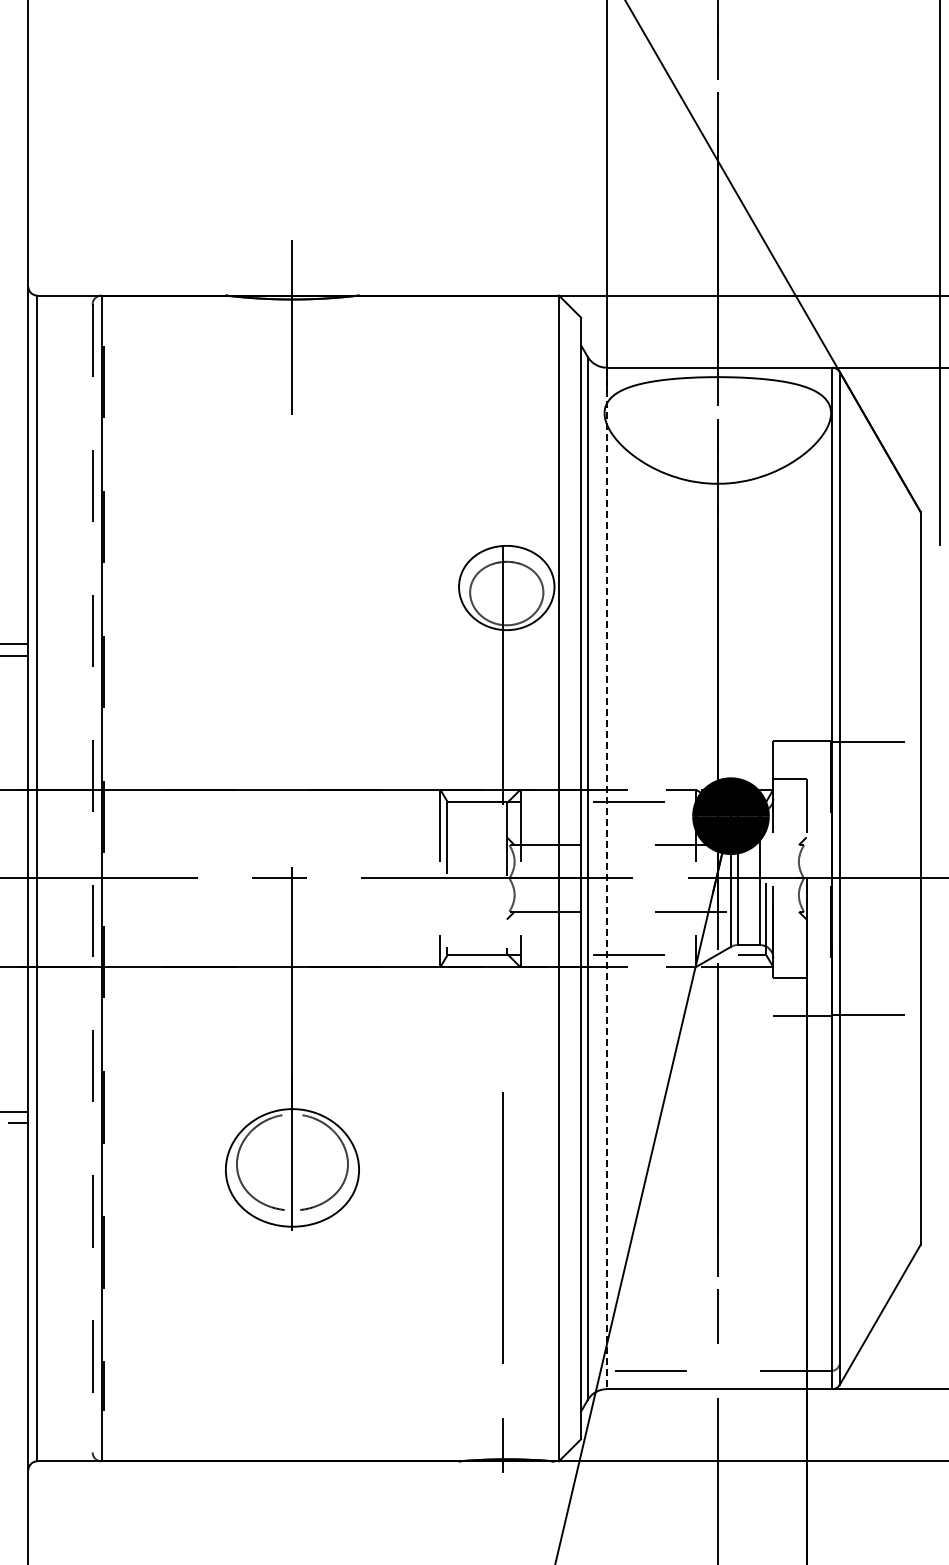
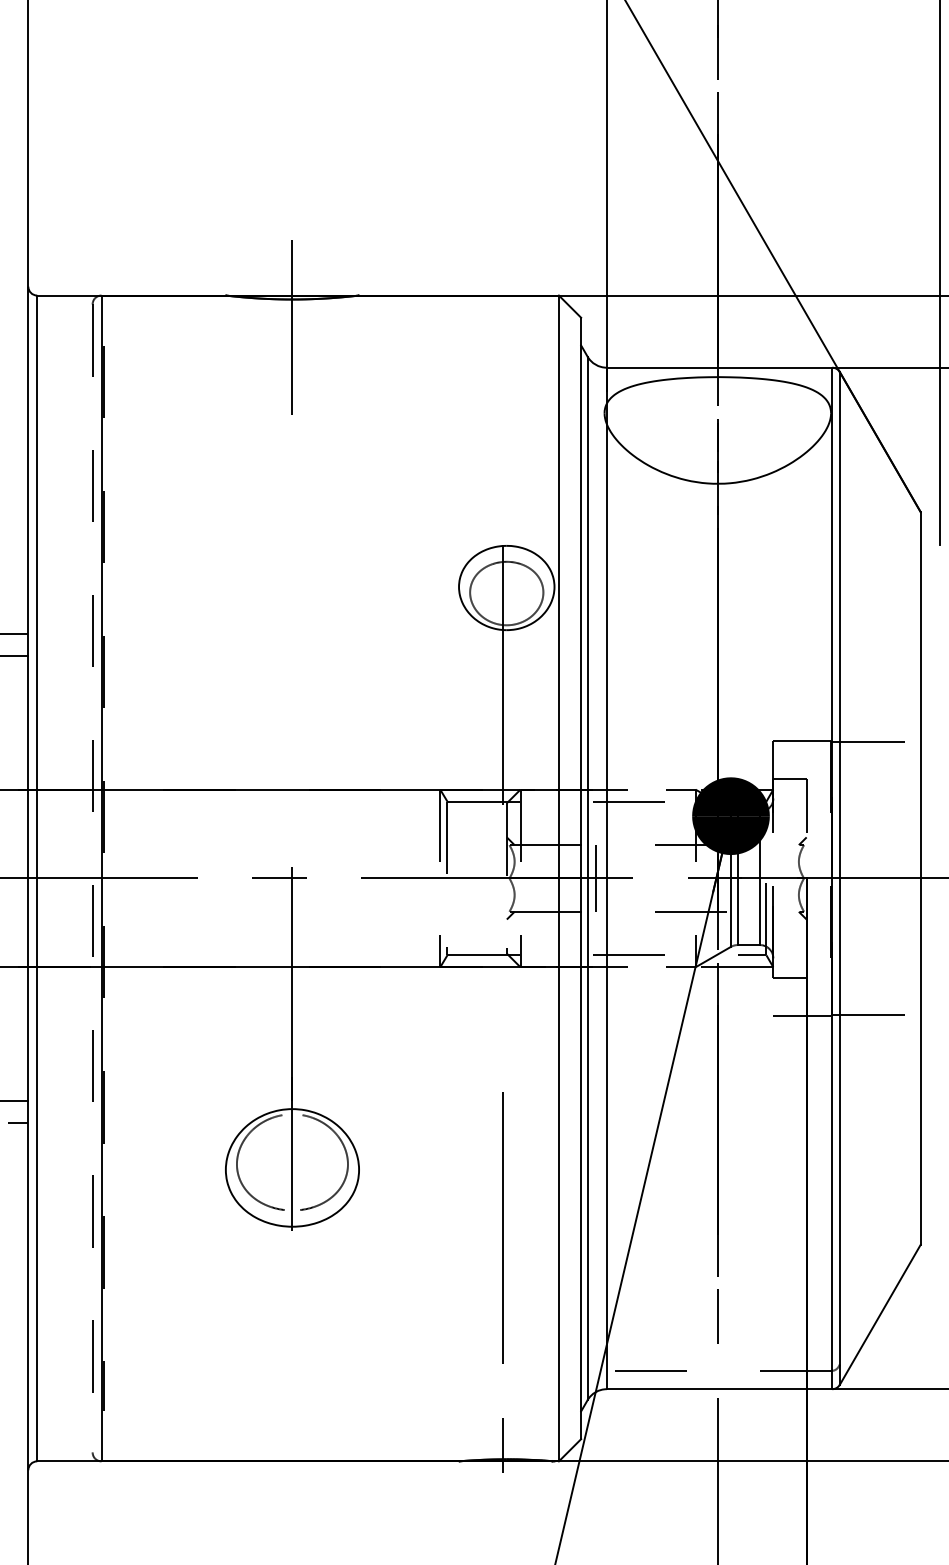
line at (15, 644) position: (15, 644) -> (15, 634)
line at (595, 878): none -> present
line at (606, 878): dashed -> solid
line at (15, 1111) position: (15, 1111) -> (15, 1100)
